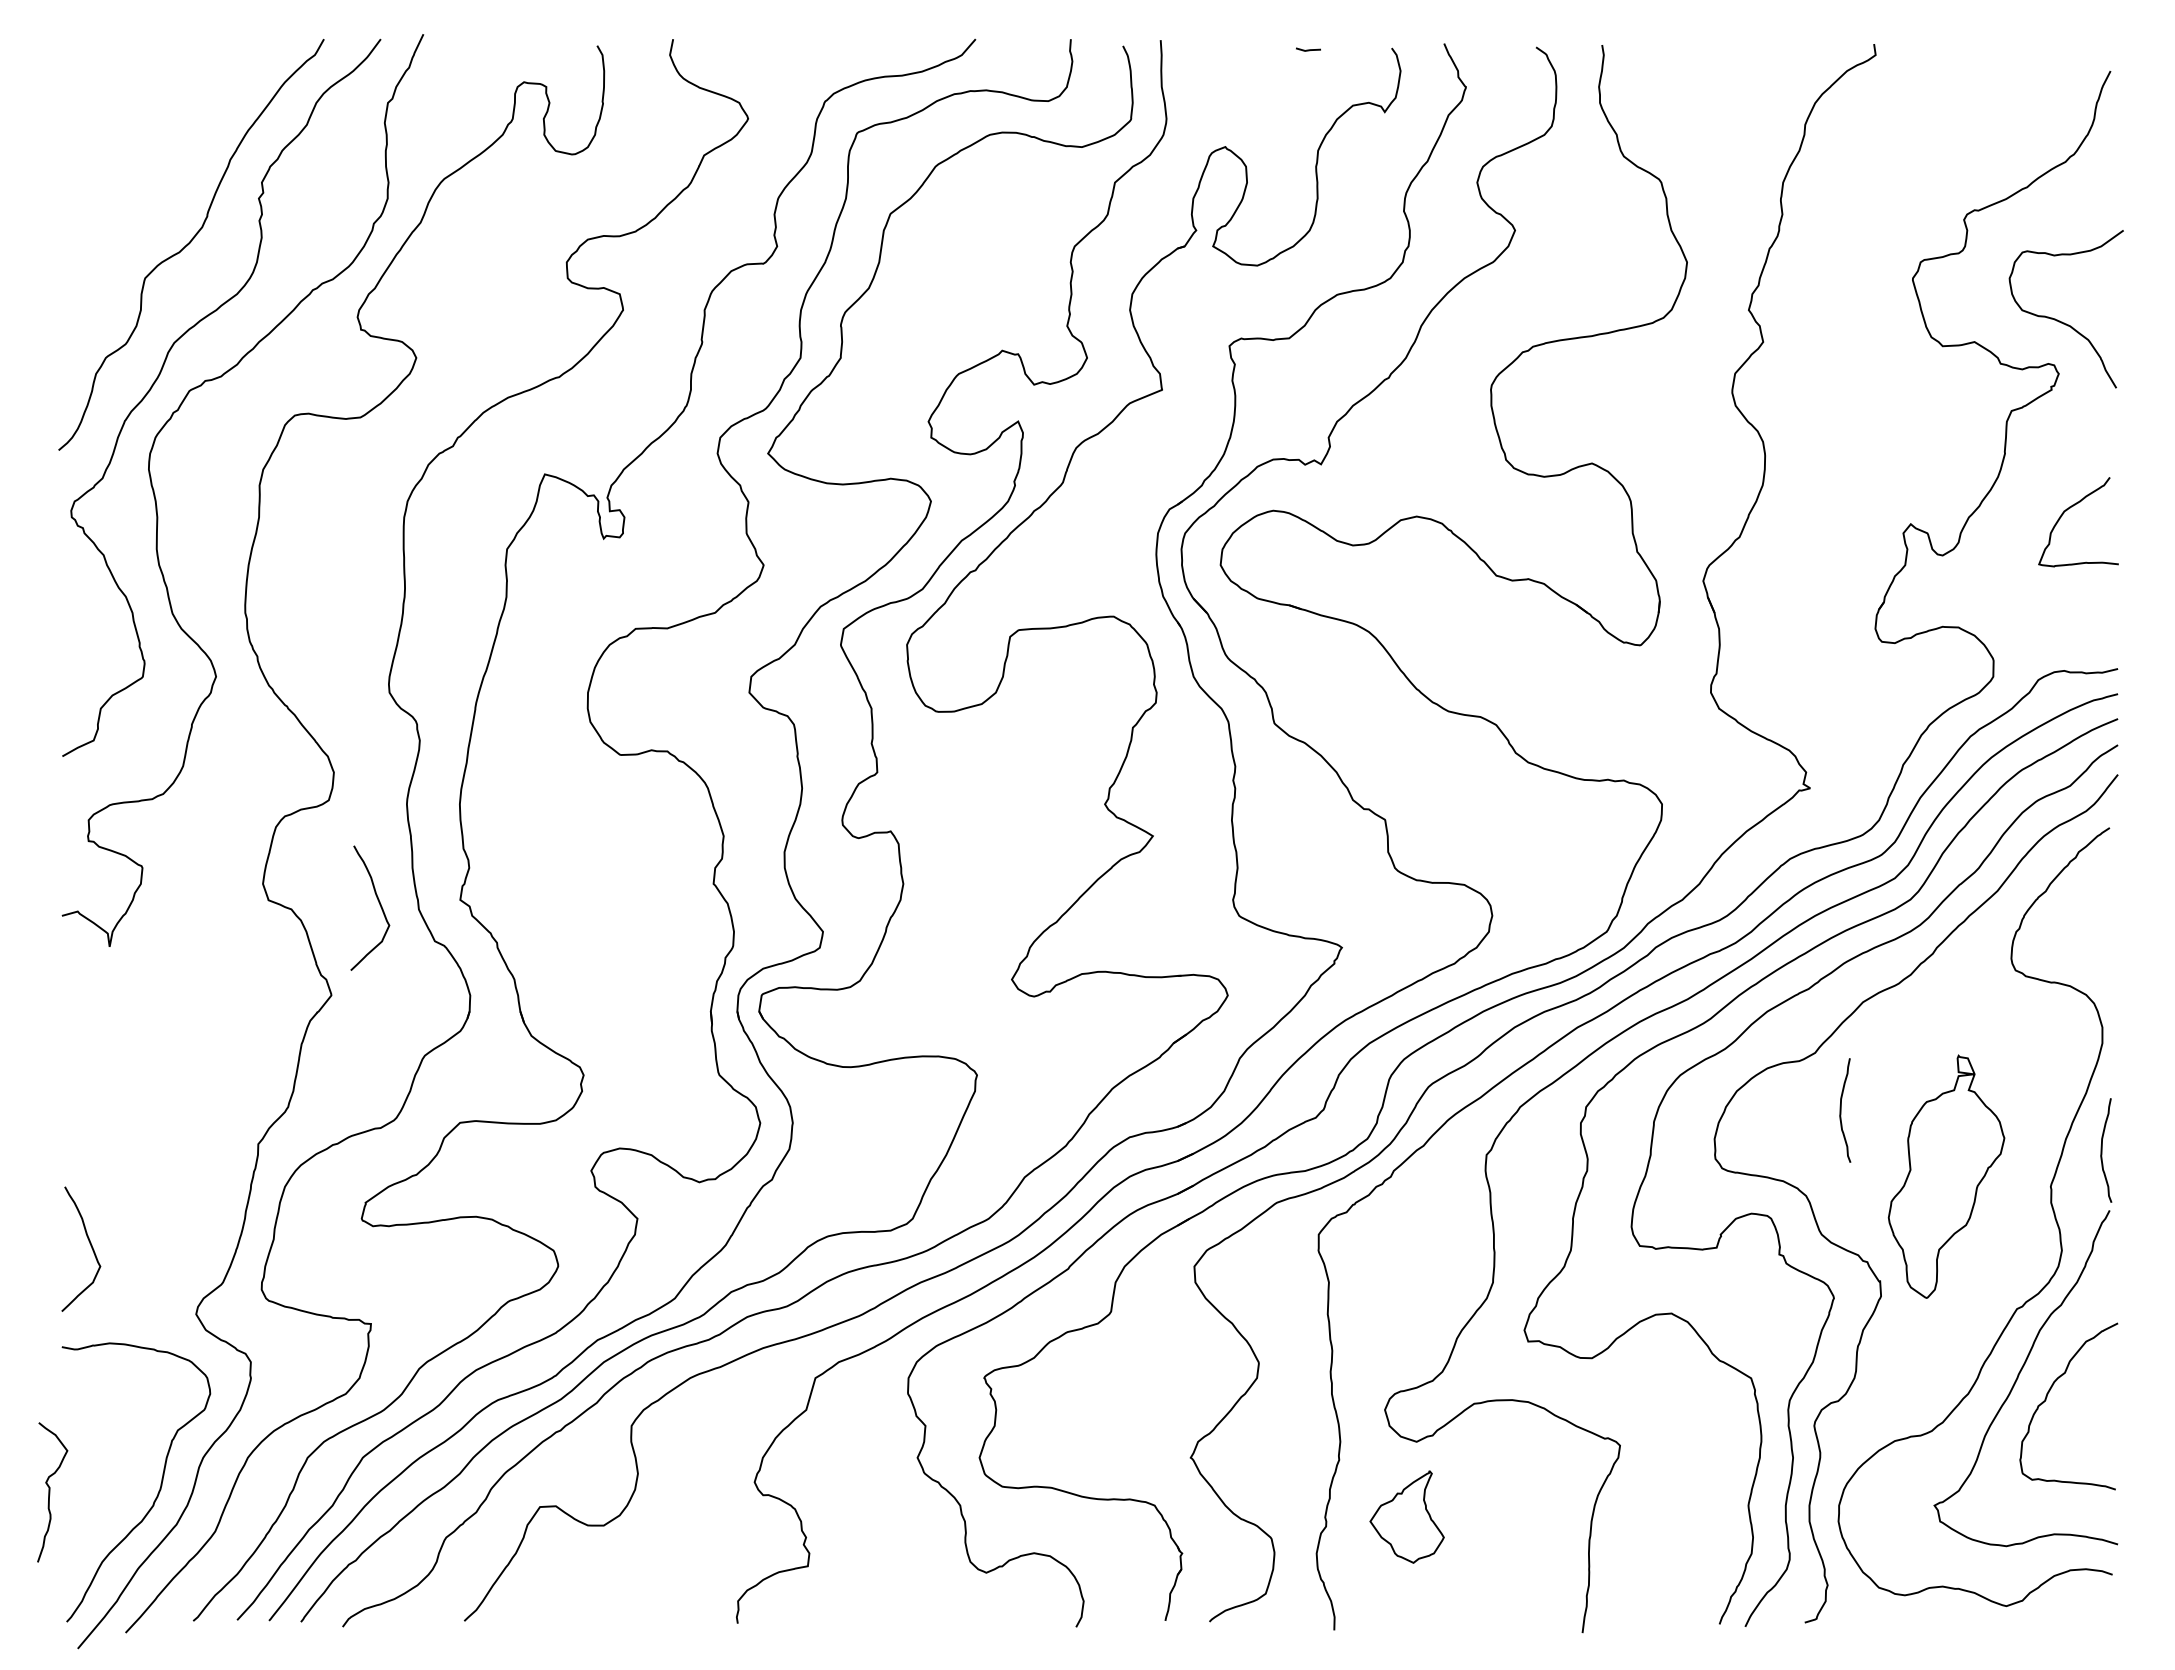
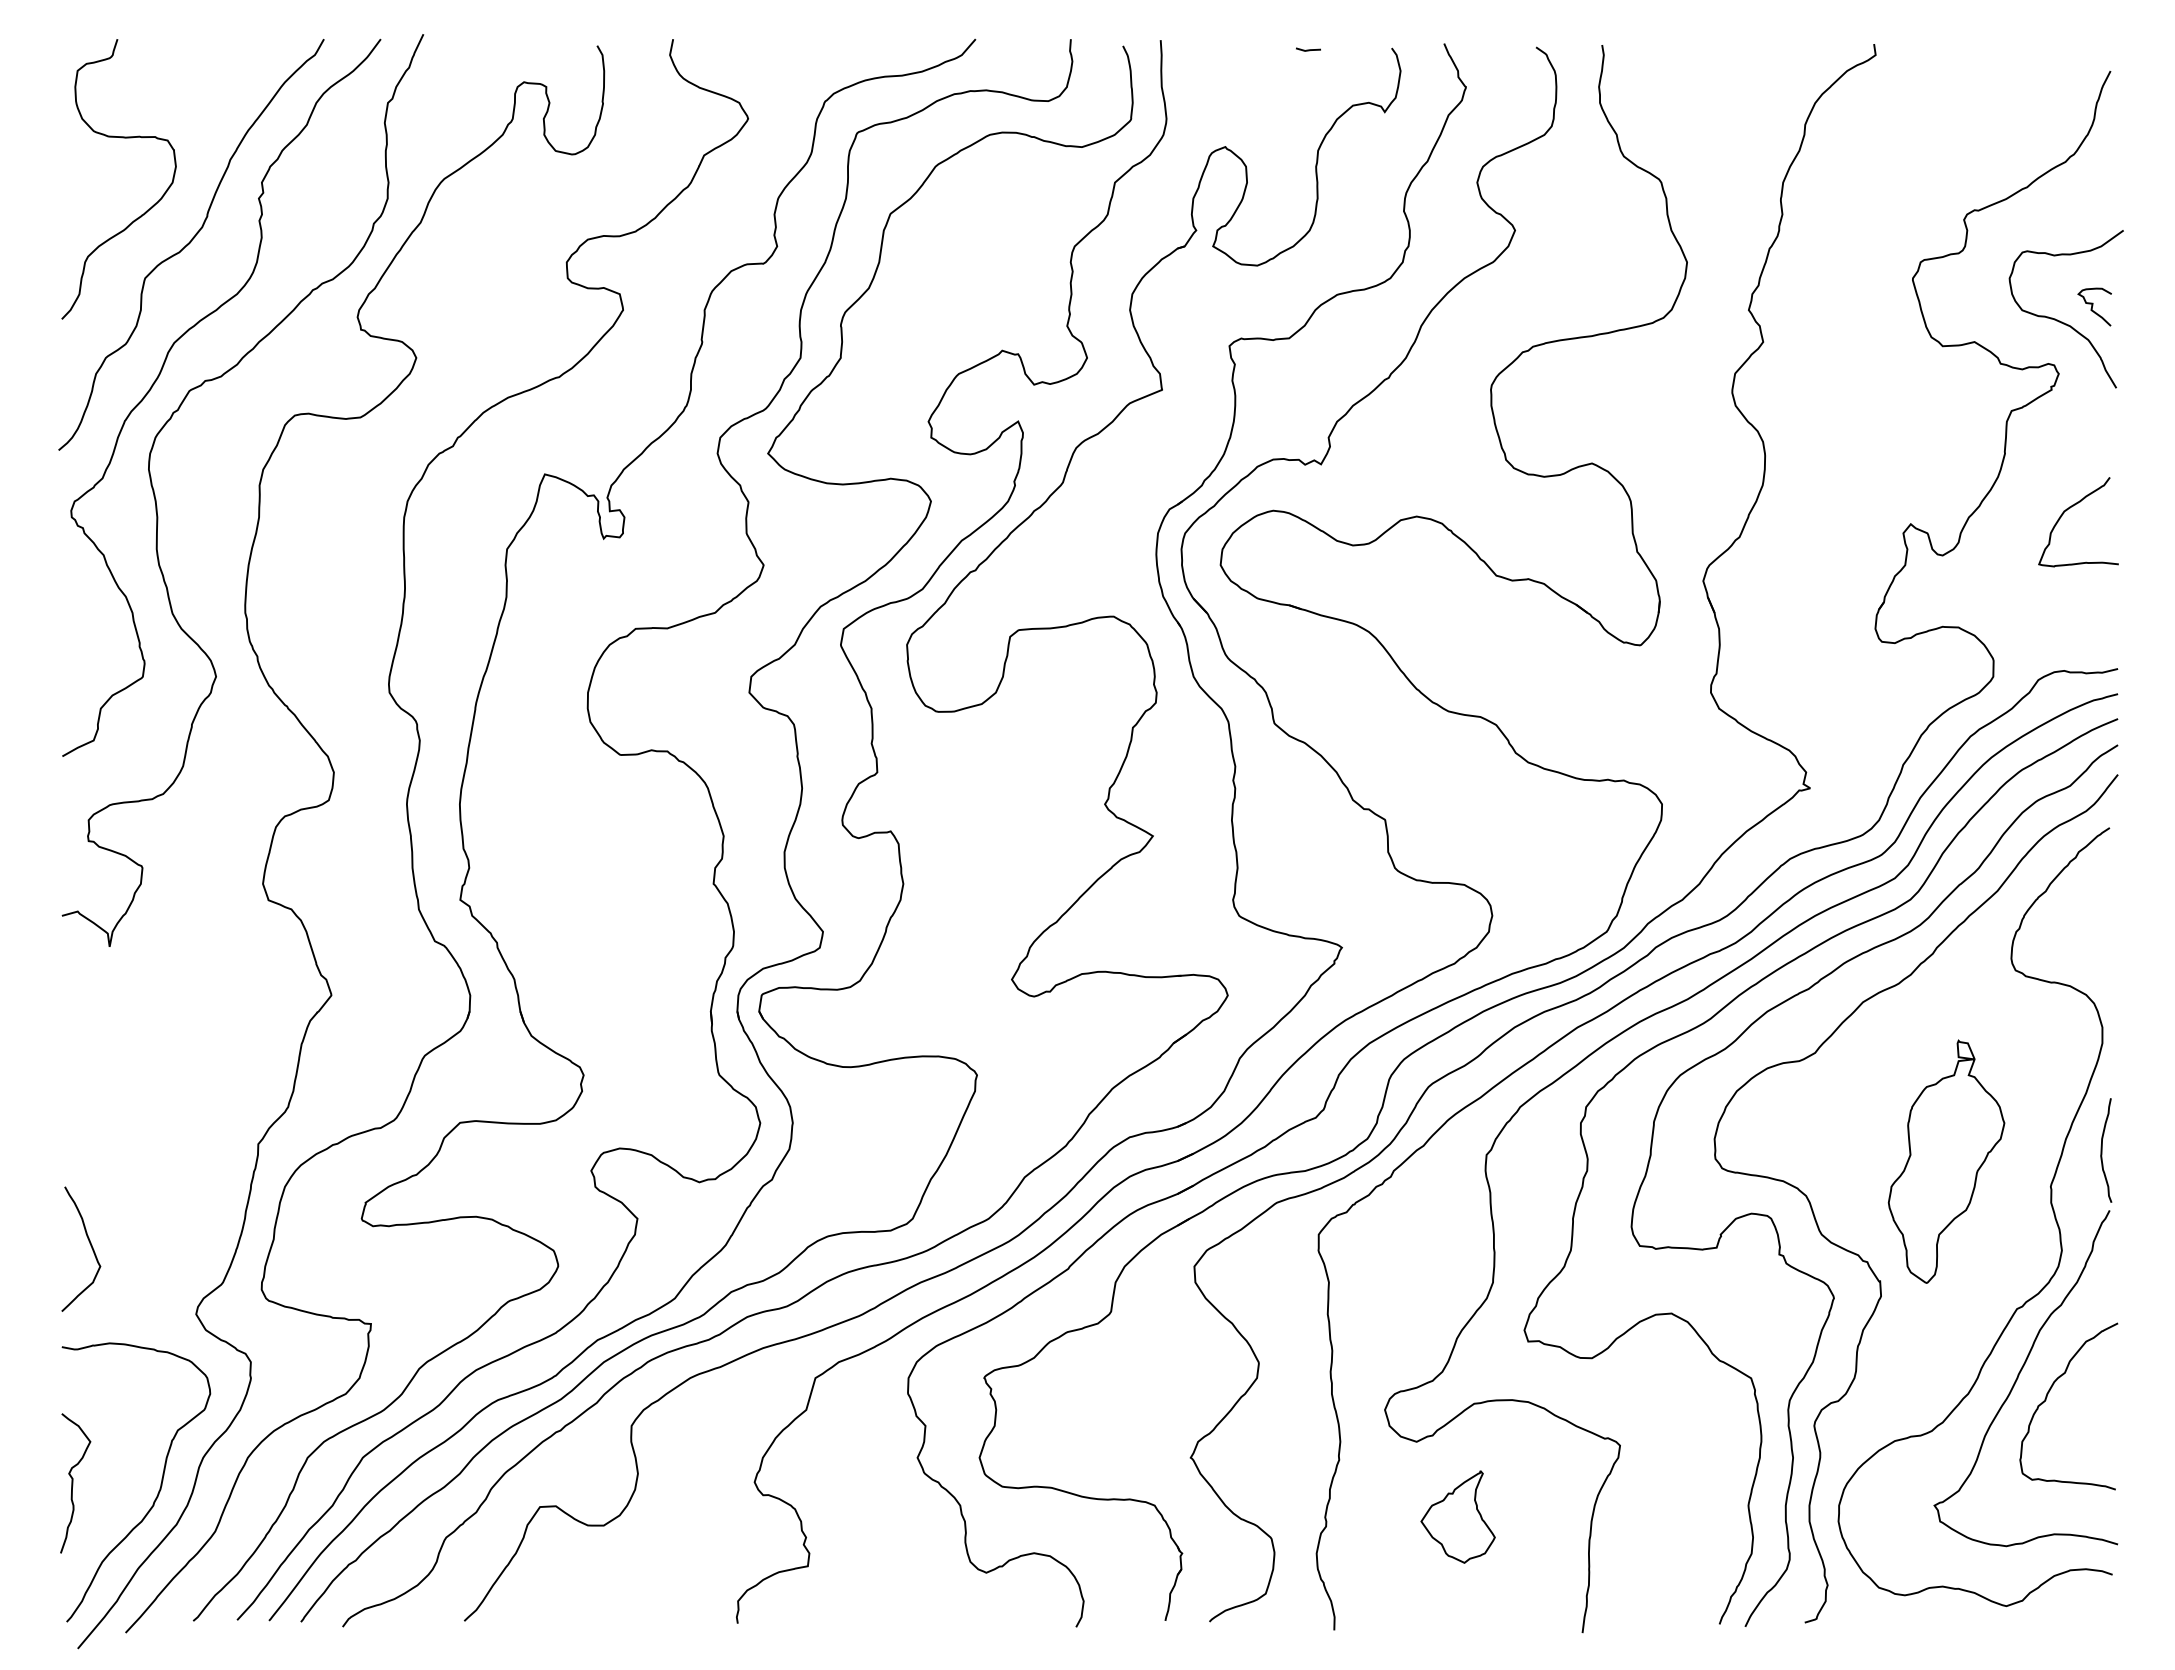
curve at (121, 138): none -> present
curve at (2093, 305): none -> present
curve at (379, 905): present -> none
curve at (1841, 1110): present -> none
part at (1946, 1176) position: (1946, 1176) -> (1946, 1161)
curve at (50, 1492) position: (50, 1492) -> (73, 1483)
part at (1406, 1516) position: (1406, 1516) -> (1457, 1516)
